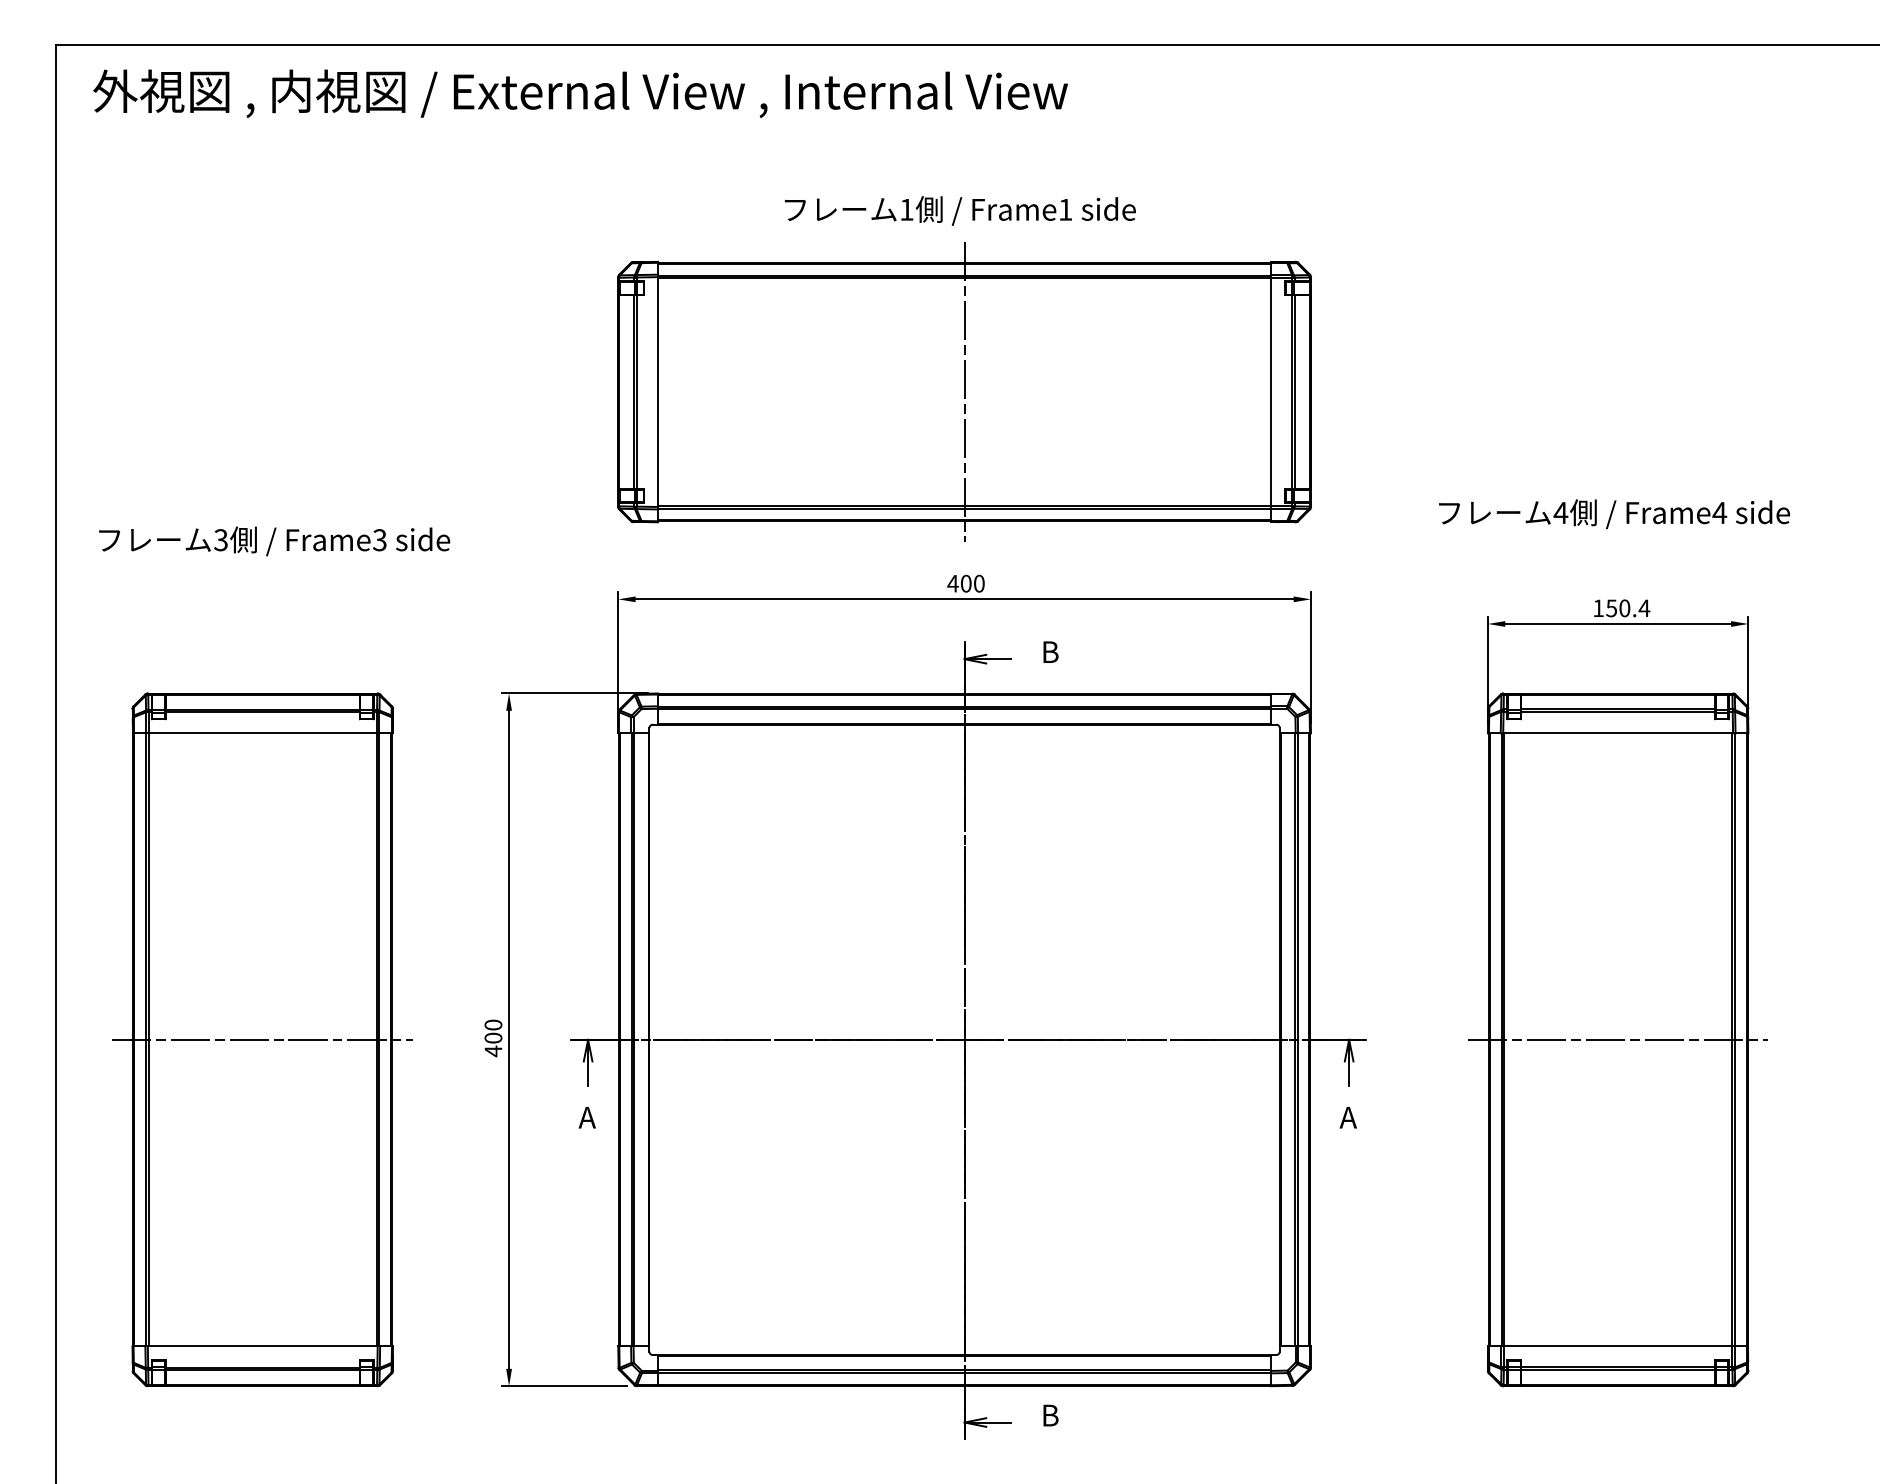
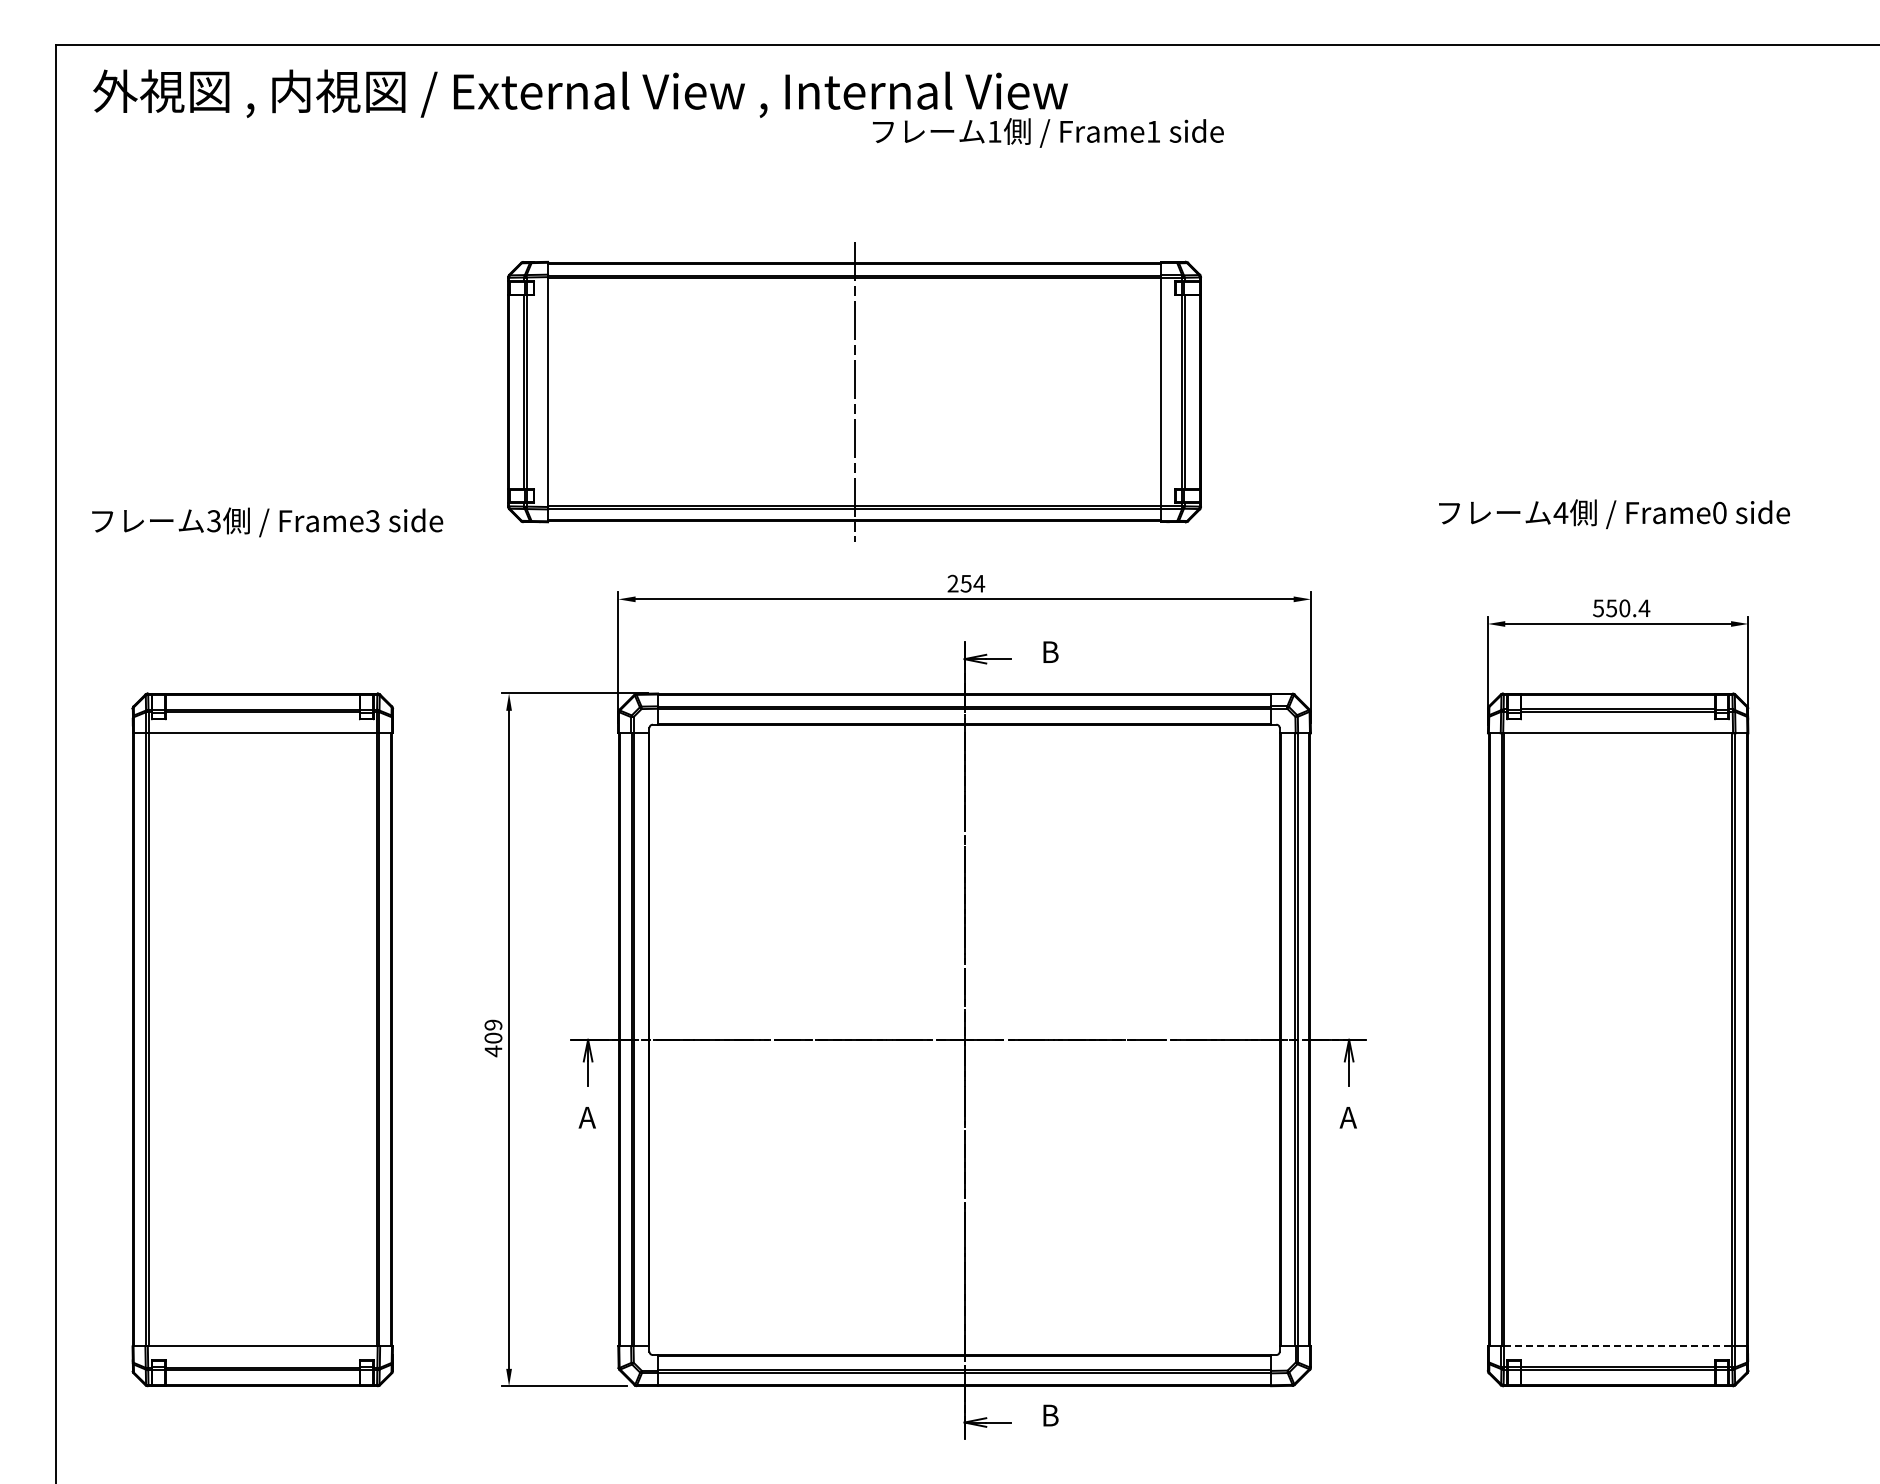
text at (960, 210) position: (960, 210) -> (1048, 132)
part at (964, 391) position: (964, 391) -> (854, 391)
text at (1719, 512): Frame4 -> Frame0
text at (274, 541) position: (274, 541) -> (267, 522)
text at (966, 583): 400 -> 254
text at (1598, 608): 150.4 -> 550.4
text at (493, 1024): 400 -> 409
line at (261, 1039): present -> none
line at (1618, 1039): present -> none
line at (1618, 1346): solid -> dashed
